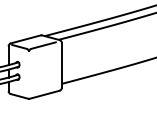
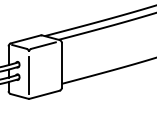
line at (29, 75): none -> present
